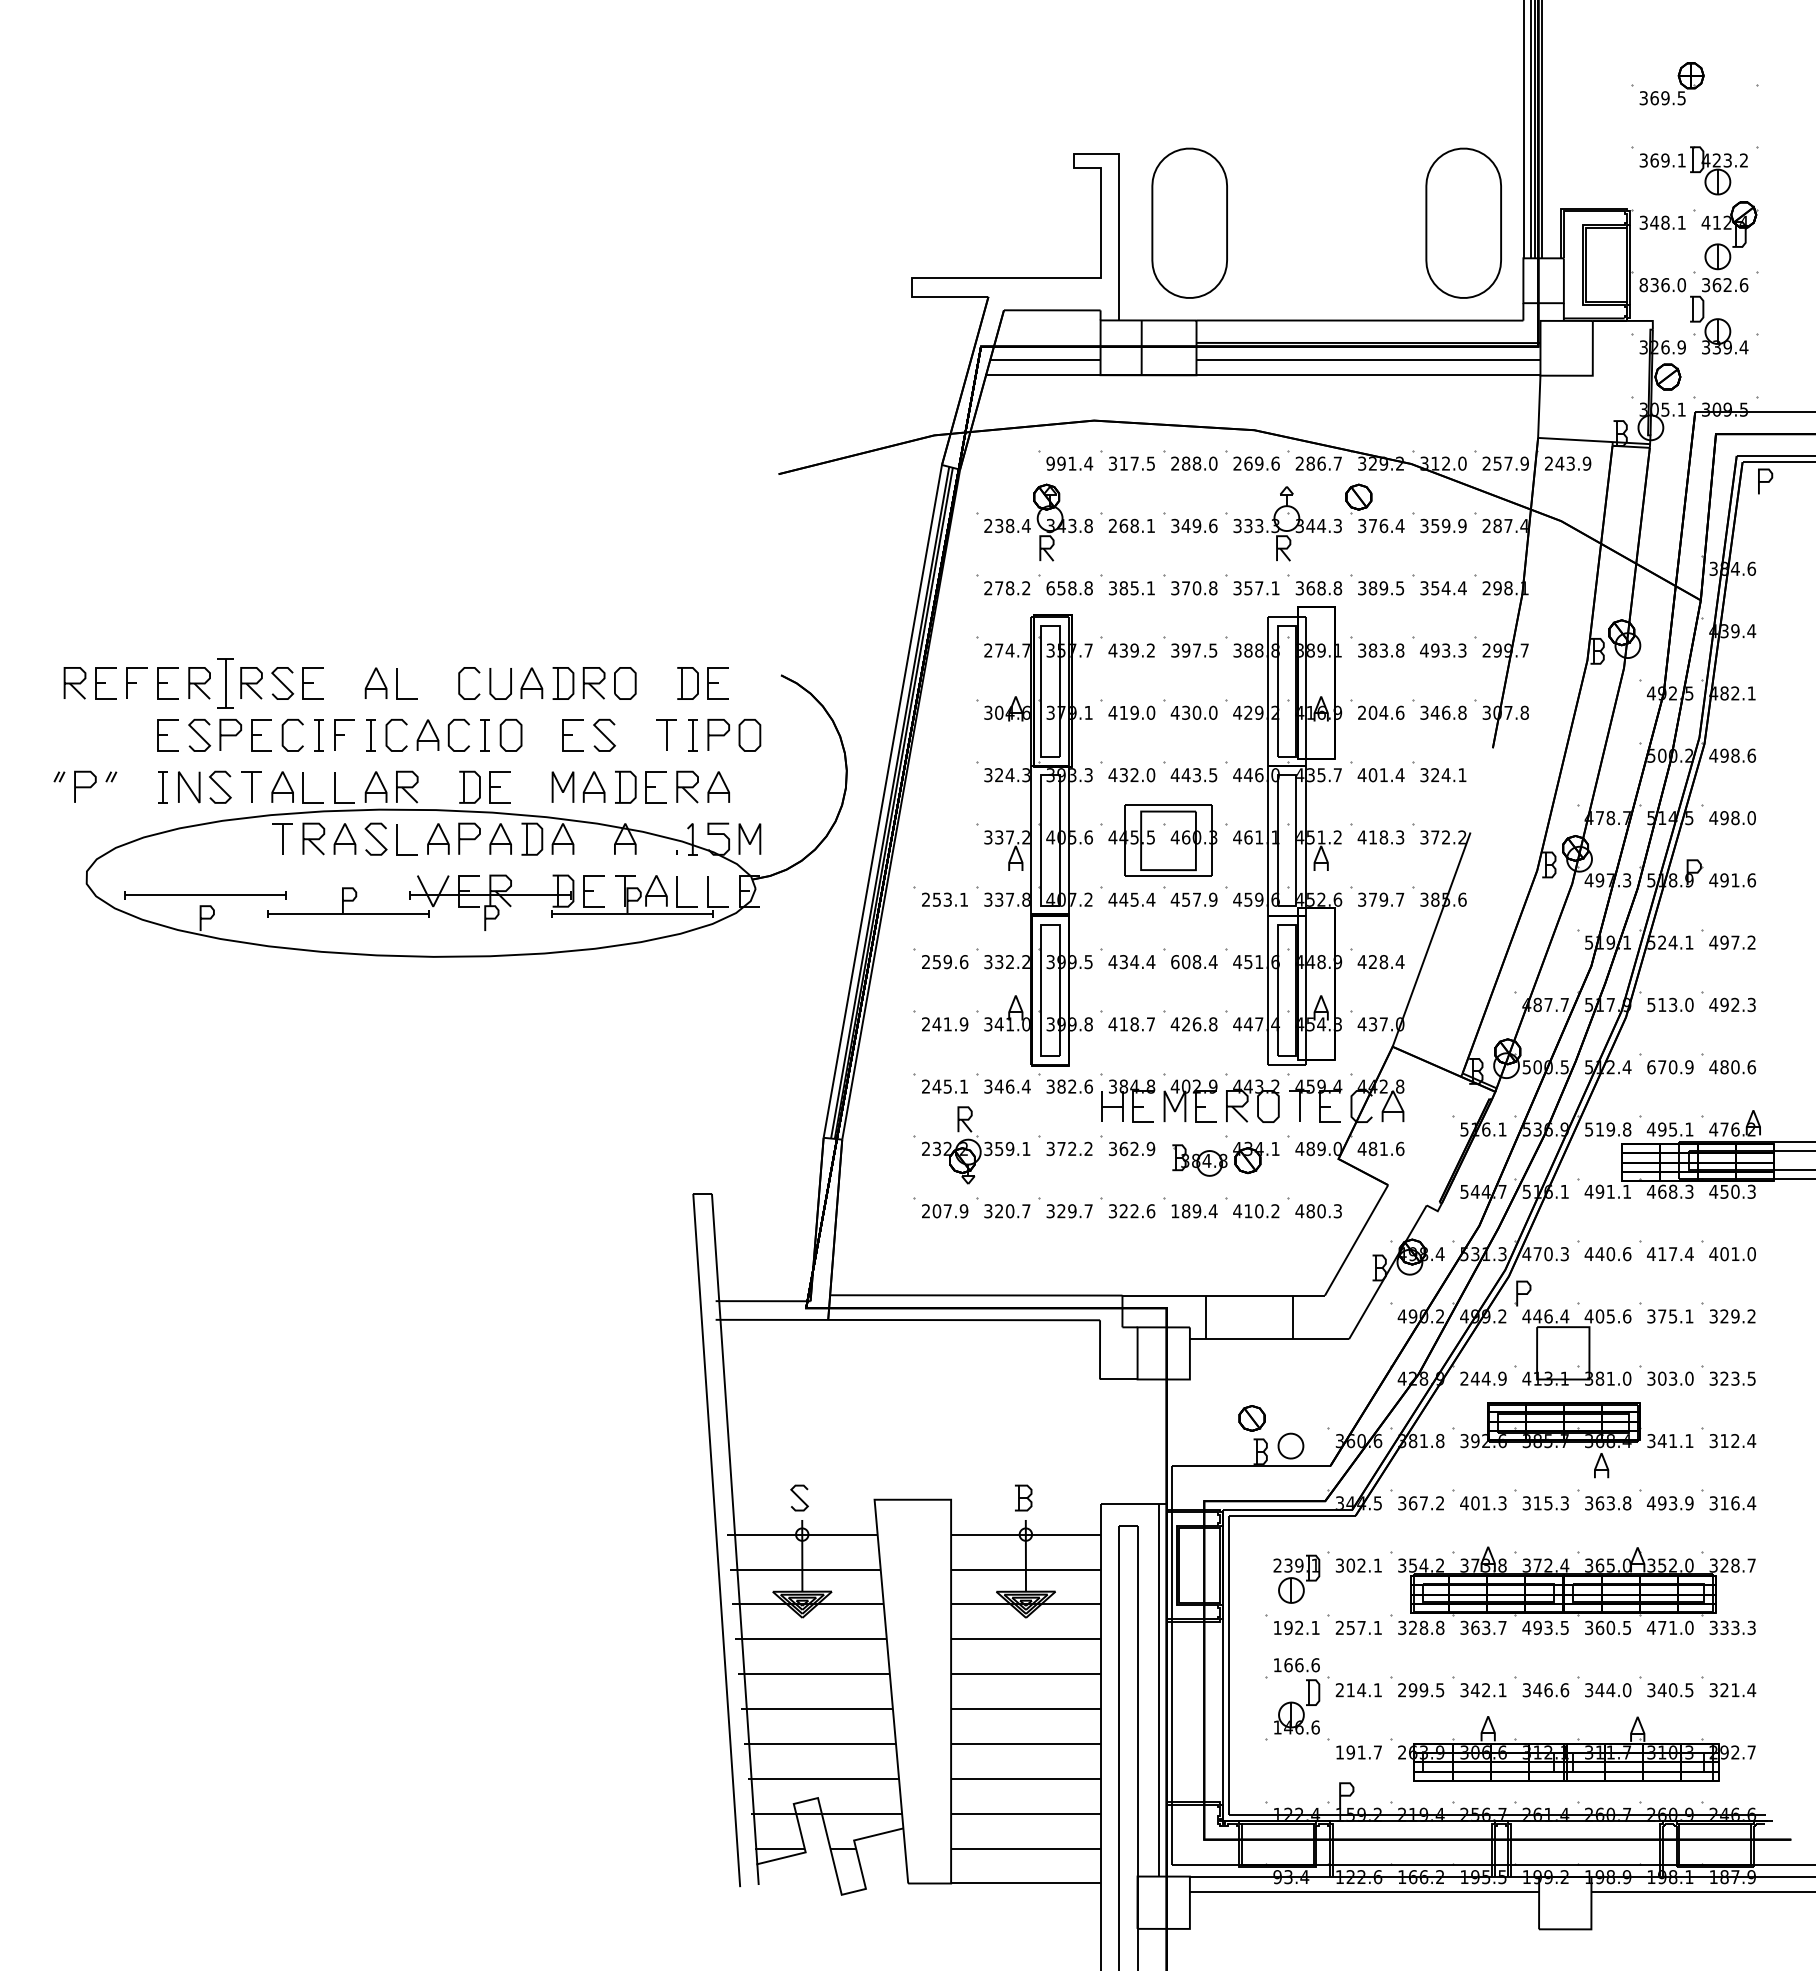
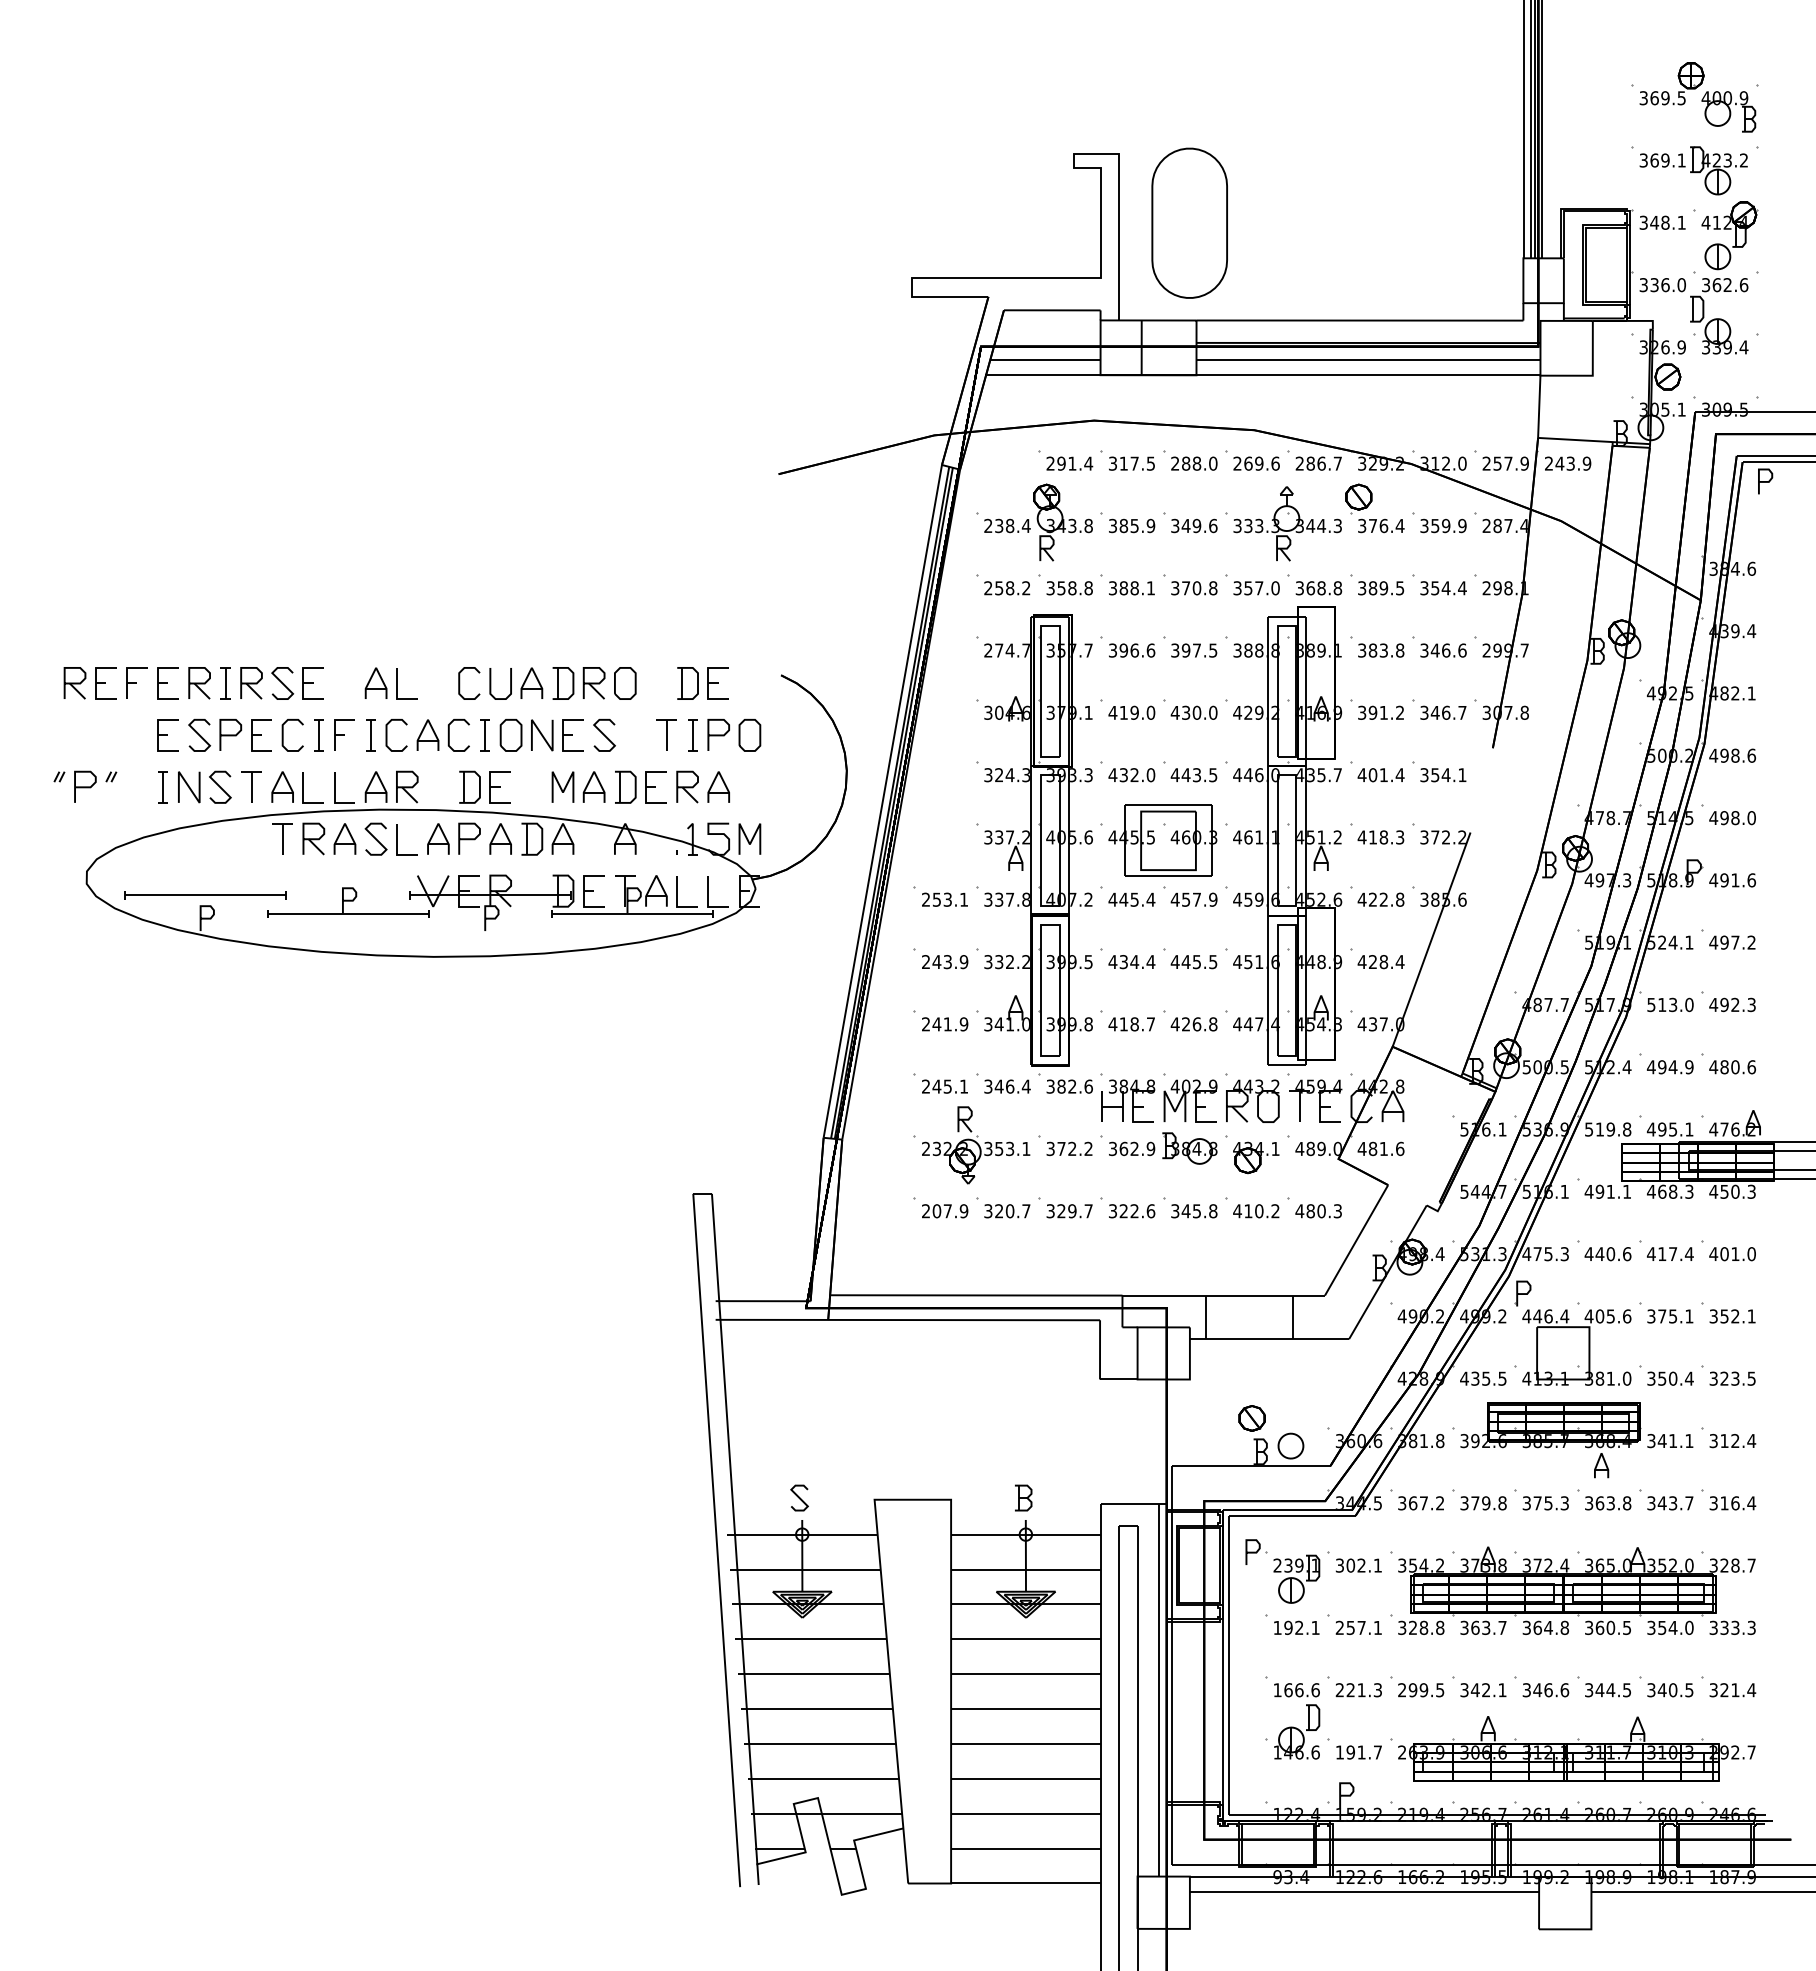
part at (1728, 111): none -> present
part at (1463, 222): present -> none
text at (1643, 285): 836.0 -> 336.0
text at (1050, 463): 991.4 -> 291.4
text at (1132, 525): 268.1 -> 385.9
text at (999, 588): 278.2 -> 258.2
text at (1050, 588): 658.8 -> 358.8
text at (1134, 588): 385.1 -> 388.1
text at (1275, 588): 357.1 -> 357.0
text at (1131, 650): 439.2 -> 396.6
text at (1443, 650): 493.3 -> 346.6
part at (225, 683) size: 17x51 px -> 11x33 px
text at (1381, 712): 204.6 -> 391.2
text at (1462, 712): 346.8 -> 346.7
line at (542, 735): none -> present
text at (1435, 775): 324.1 -> 354.1
text at (1380, 899): 379.7 -> 422.8
text at (950, 962): 259.6 -> 243.9
text at (1193, 962): 608.4 -> 445.5
text at (1661, 1067): 670.9 -> 494.9
text at (1009, 1148): 359.1 -> 353.1
part at (1199, 1160) position: (1199, 1160) -> (1189, 1148)
text at (1194, 1211): 189.4 -> 345.8
text at (1548, 1254): 470.3 -> 475.3
text at (1737, 1316): 329.2 -> 352.1
text at (1483, 1378): 244.9 -> 435.5
text at (1675, 1378): 303.0 -> 350.4
text at (1483, 1503): 401.3 -> 379.8
text at (1537, 1503): 315.3 -> 375.3
text at (1669, 1503): 493.9 -> 343.7
part at (1256, 1551): none -> present
text at (1545, 1627): 493.5 -> 364.8
text at (1661, 1627): 471.0 -> 354.0
text at (1363, 1690): 214.1 -> 221.3
text at (1626, 1690): 344.0 -> 344.5
part at (1296, 1702) position: (1296, 1702) -> (1296, 1727)
